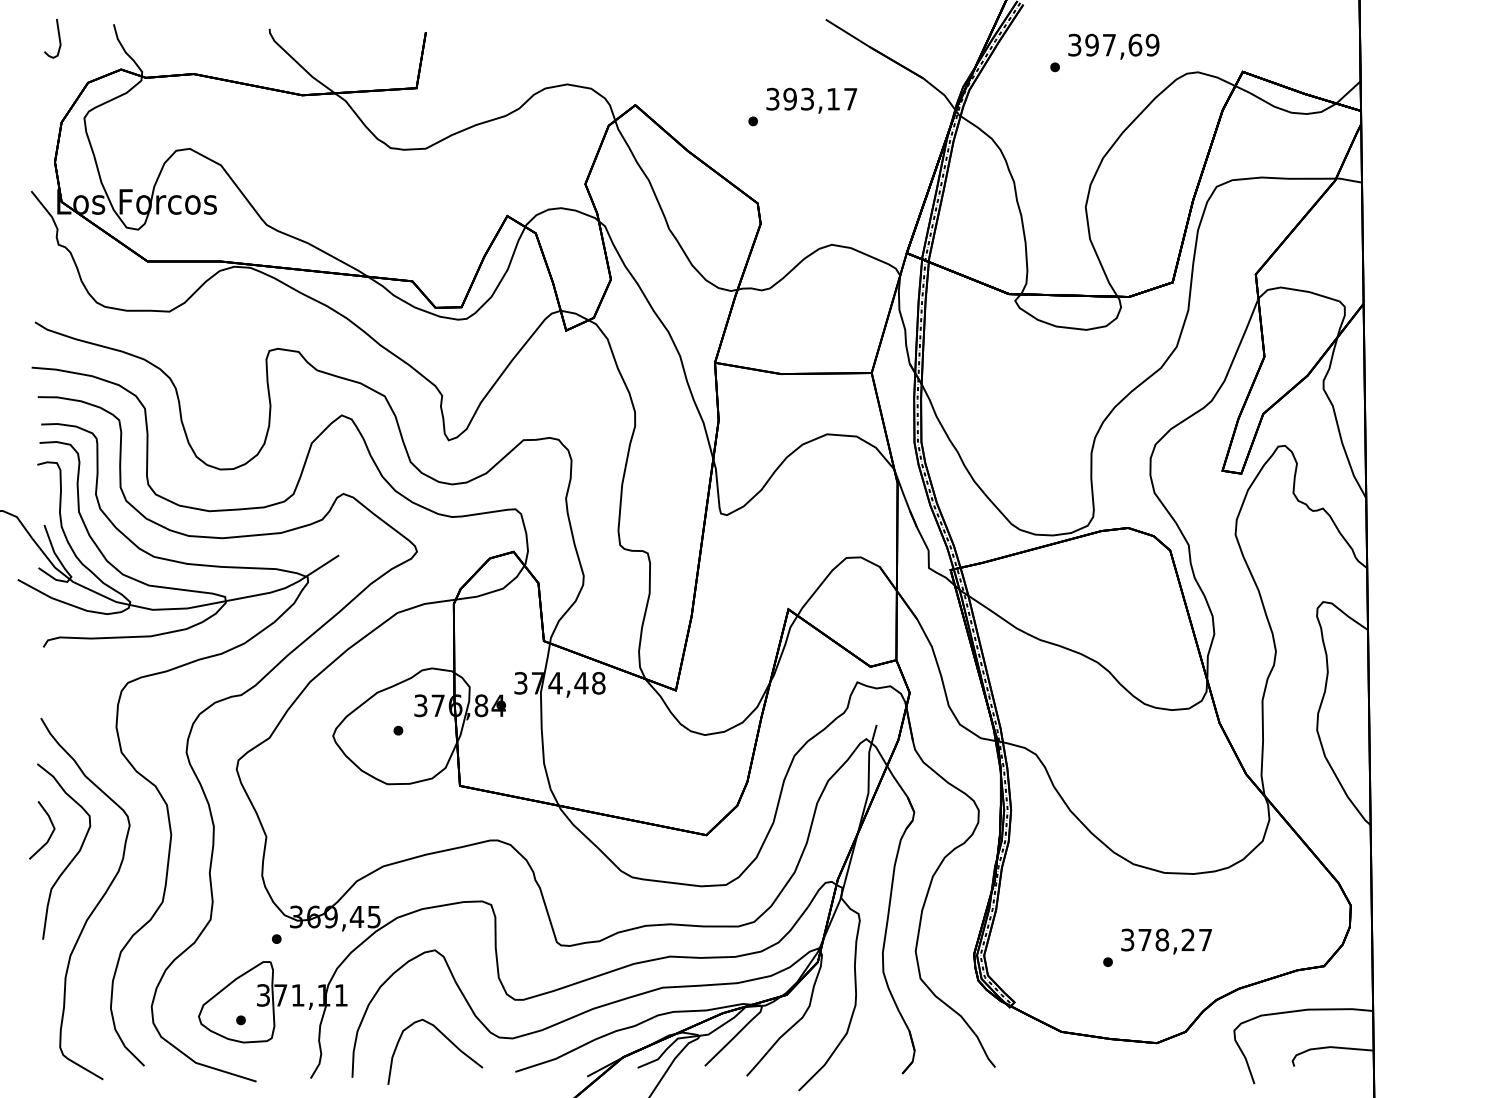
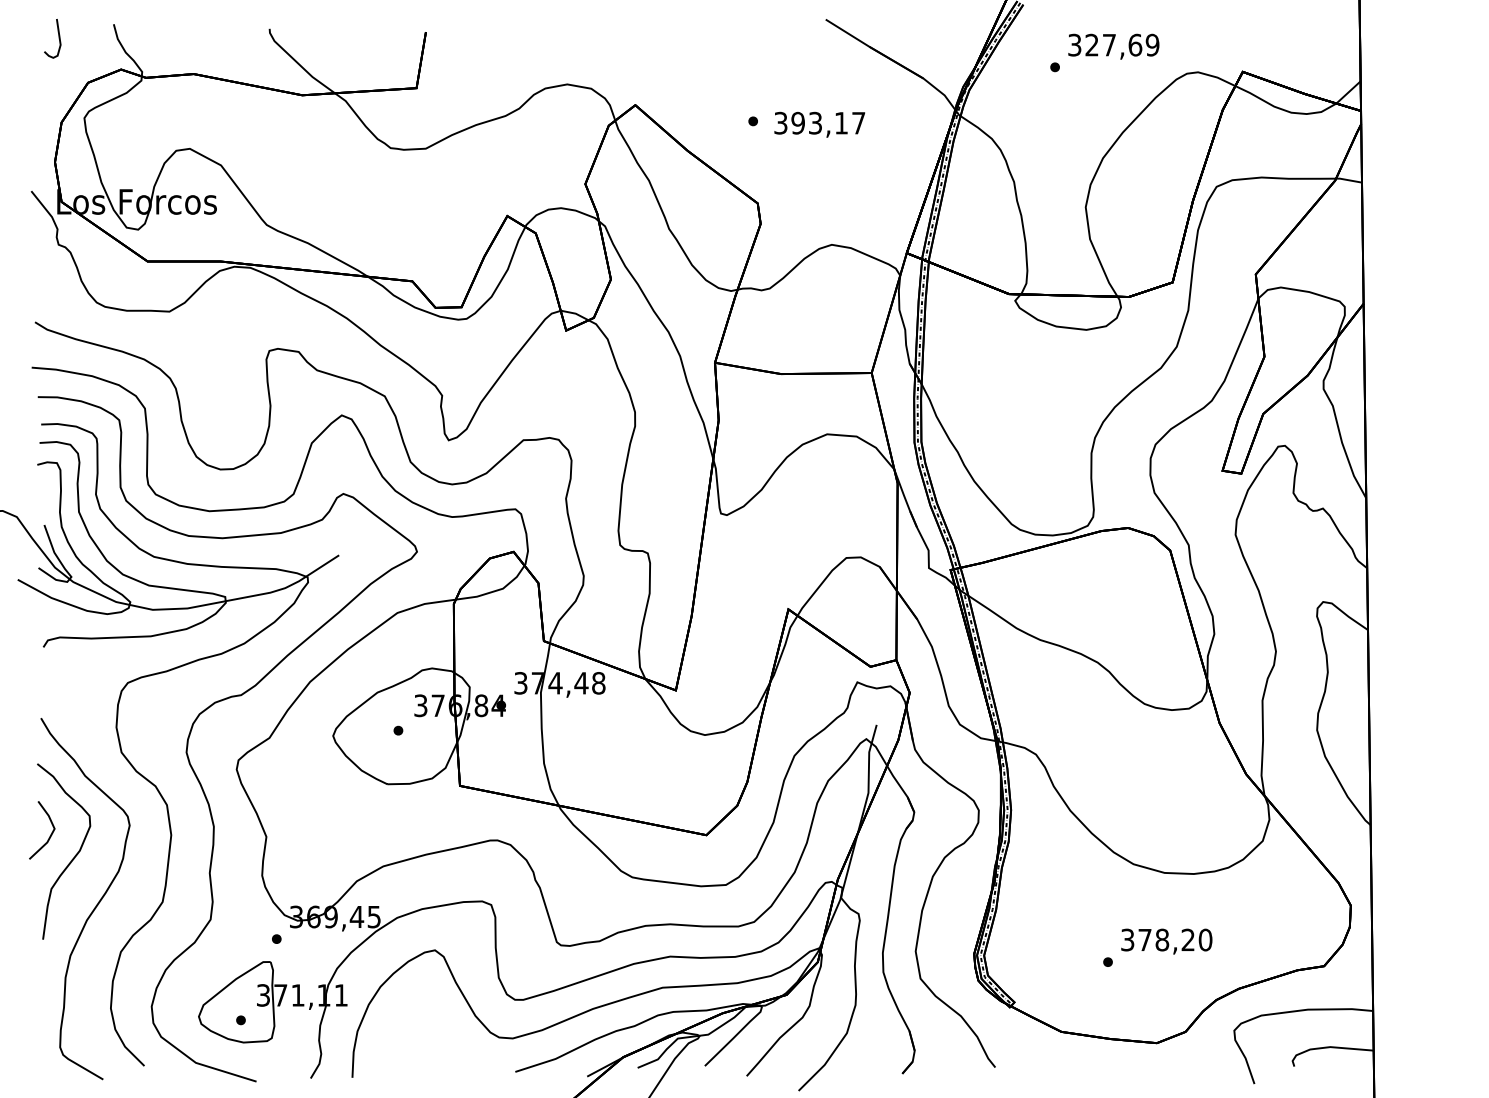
text at (1091, 45): 397,69 -> 327,69
text at (811, 100) position: (811, 100) -> (819, 124)
text at (1205, 939): 378,27 -> 378,20
curve at (447, 1039): present -> none
